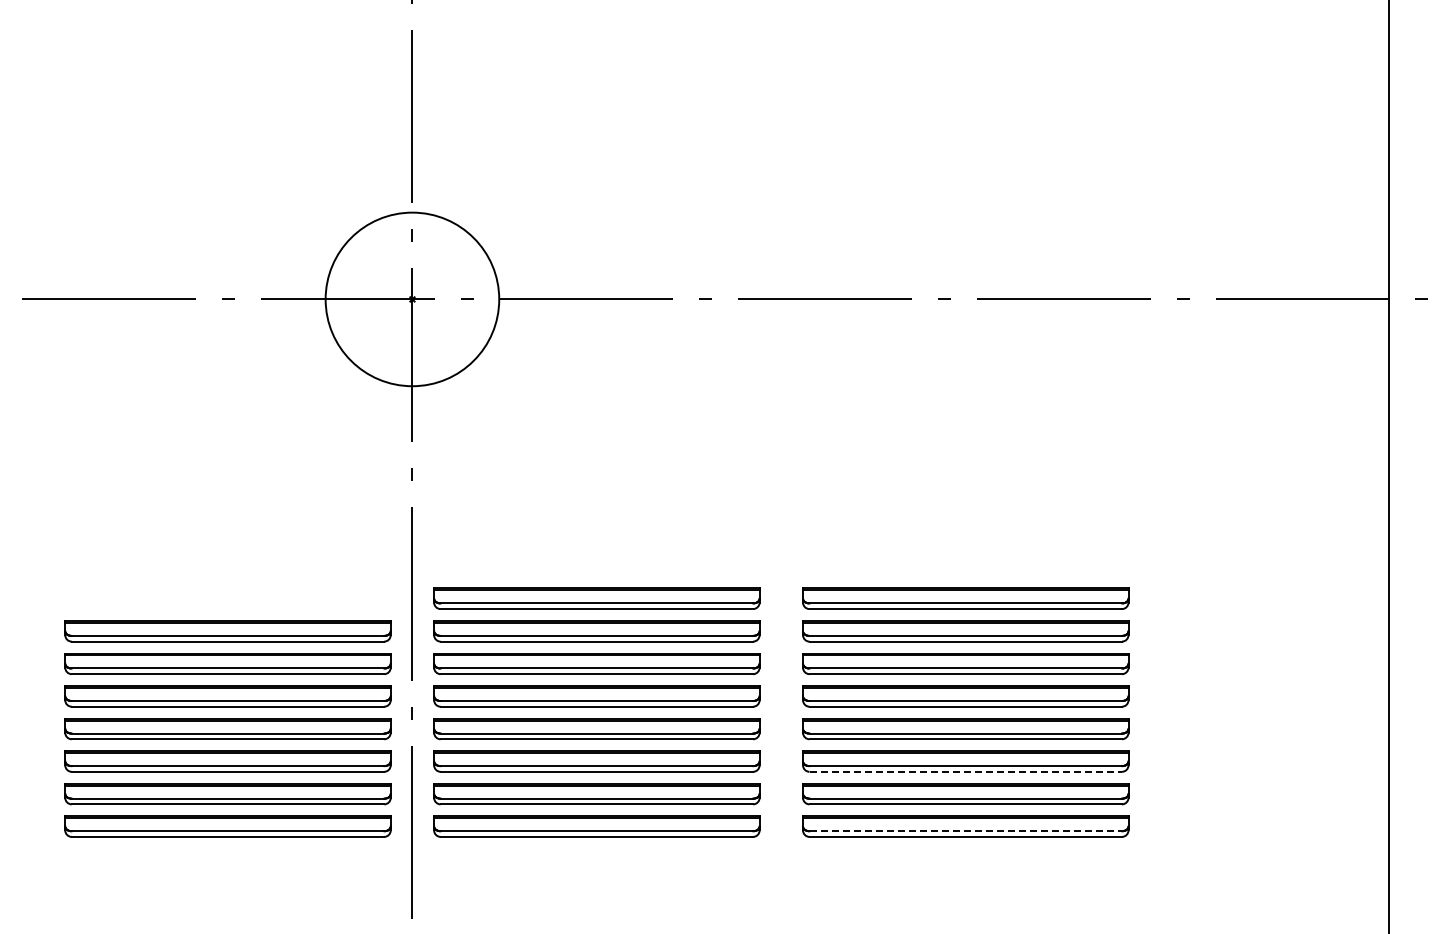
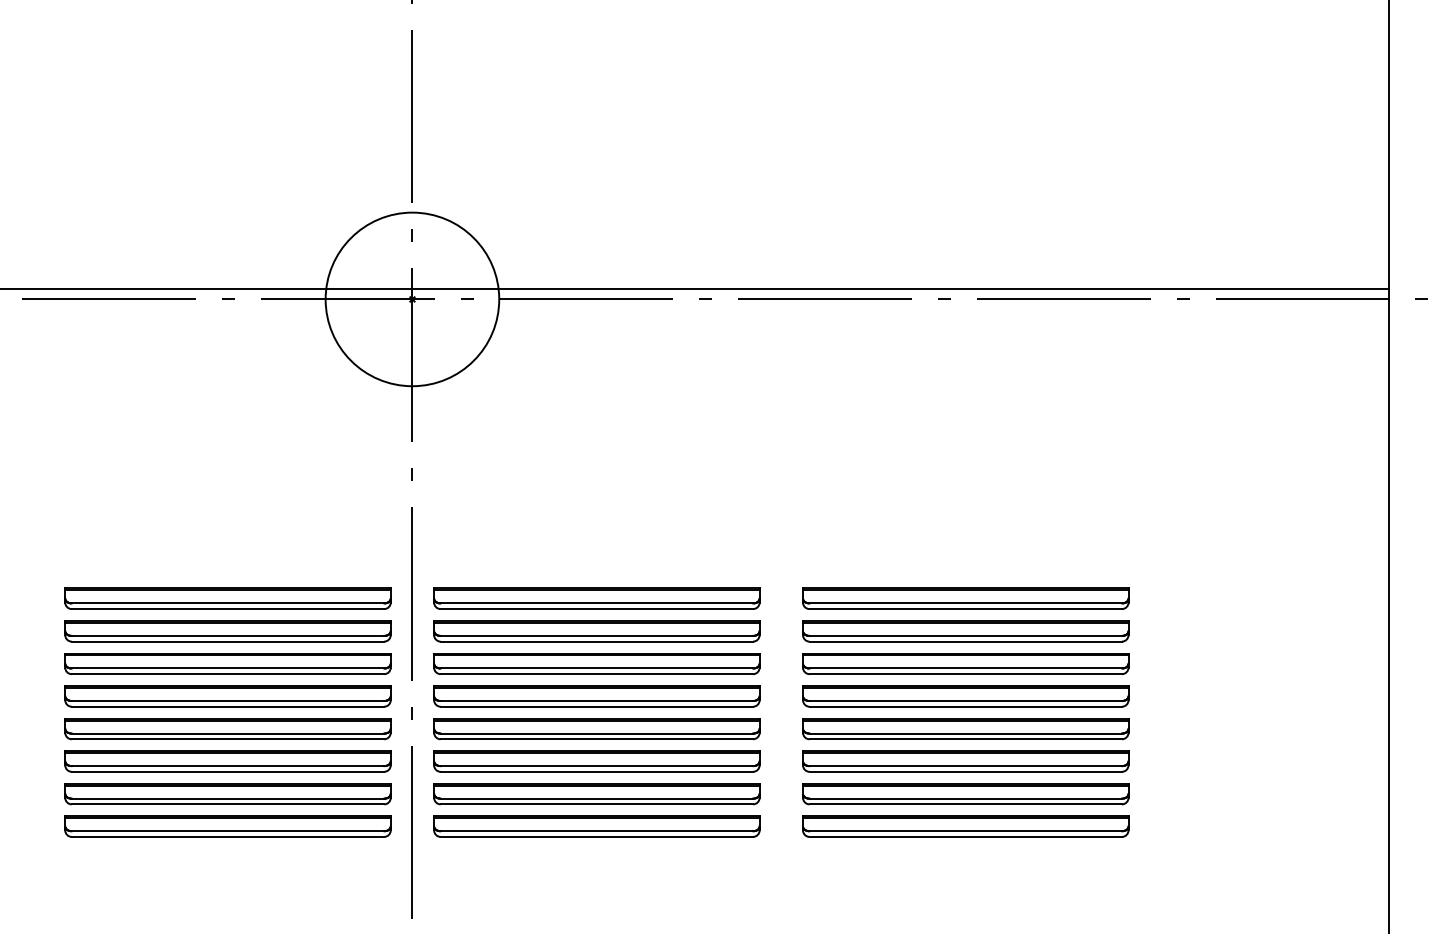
line at (695, 289): none -> present
part at (227, 598): none -> present
line at (966, 771): dashed -> solid
line at (966, 831): dashed -> solid
